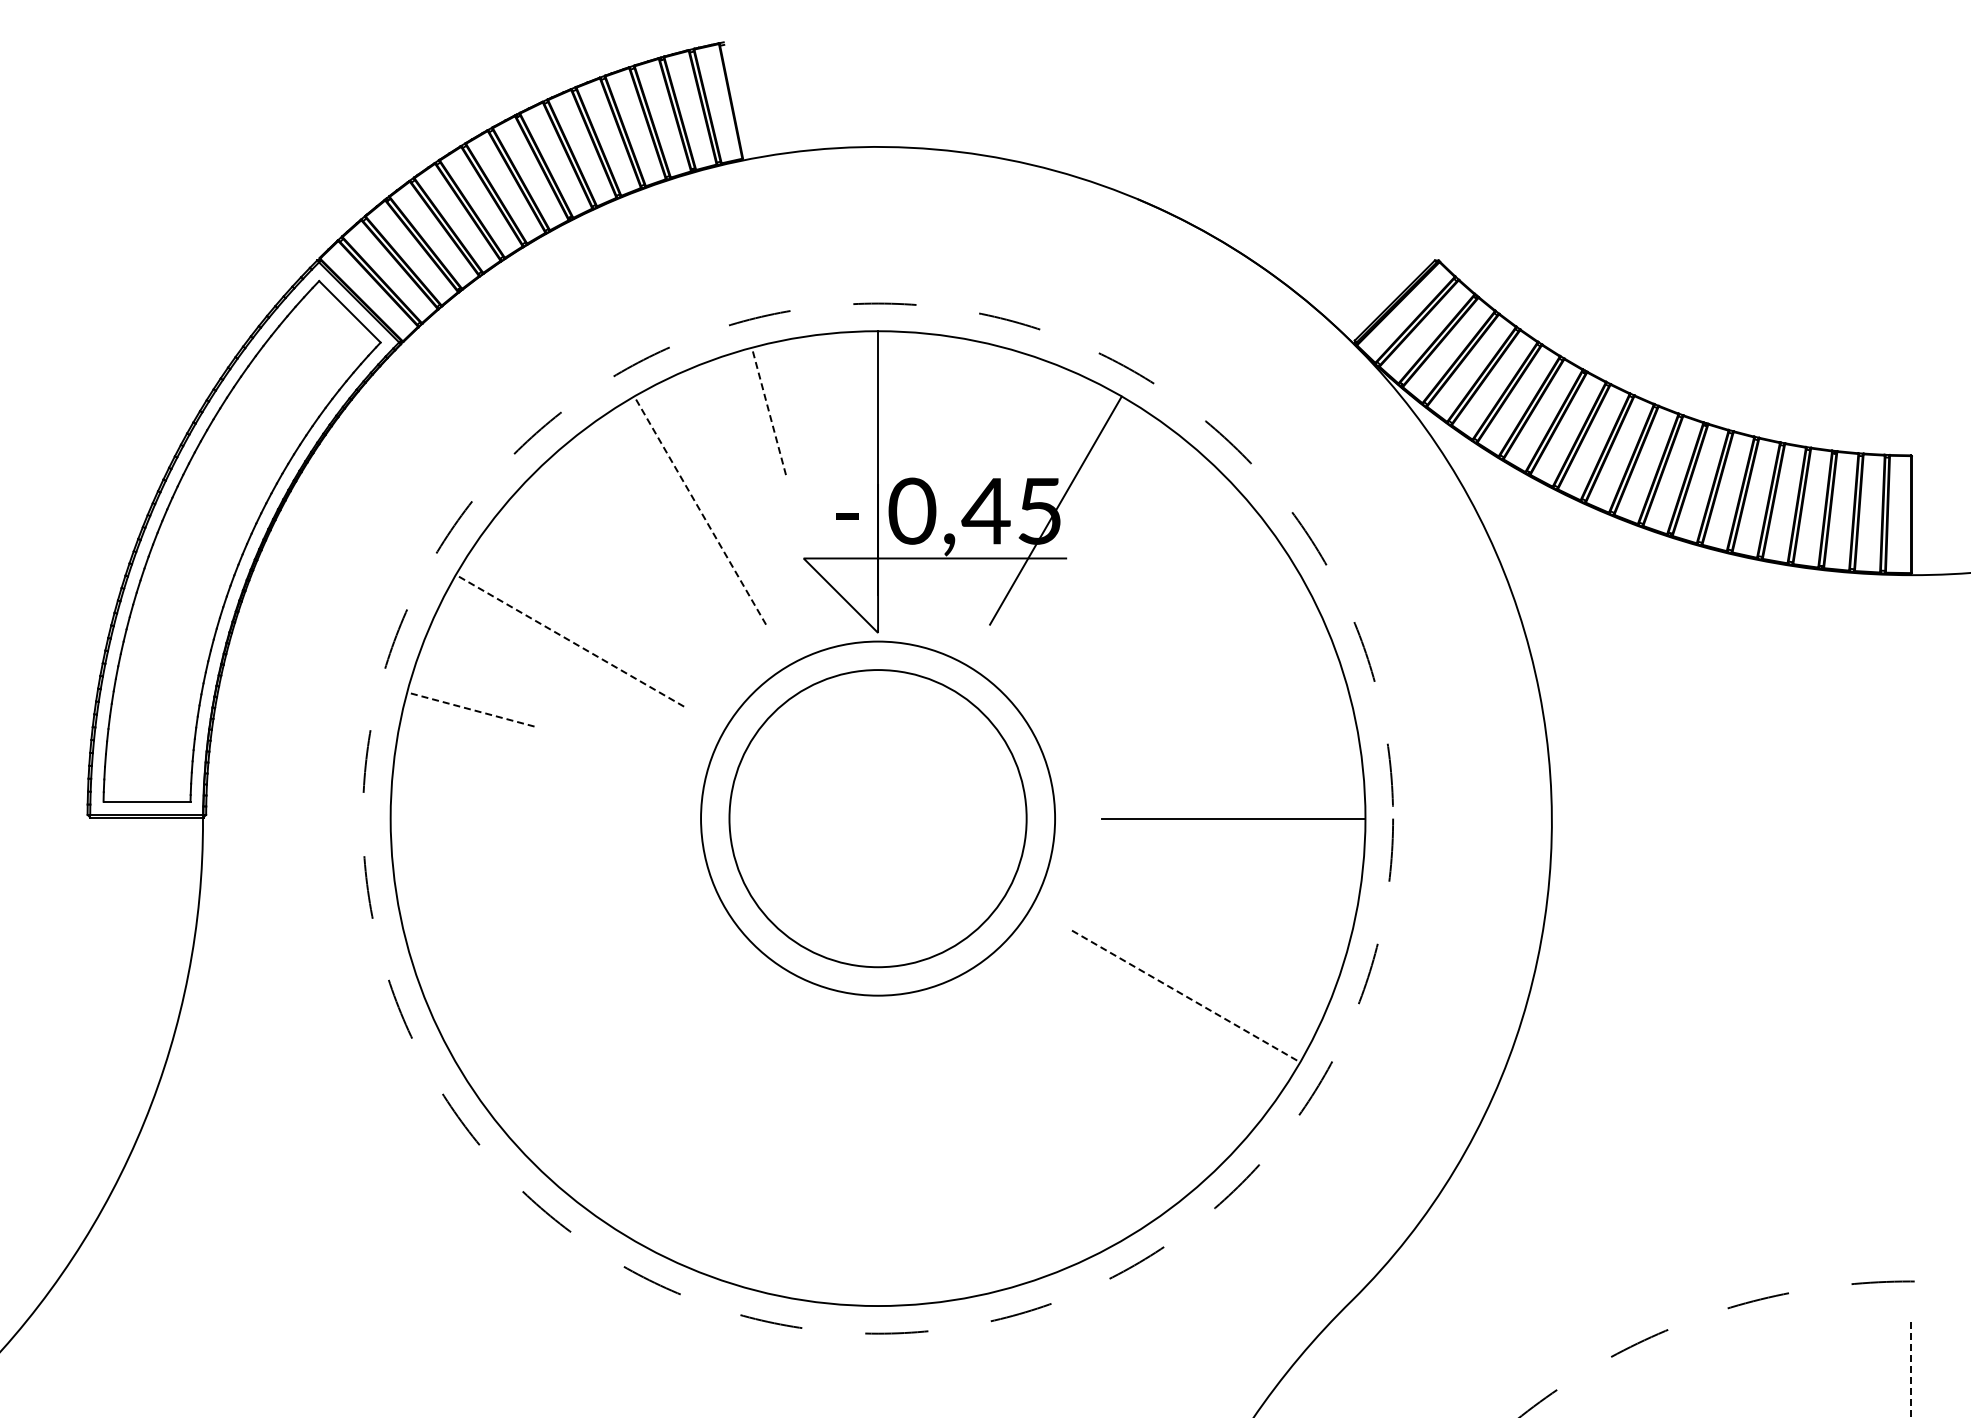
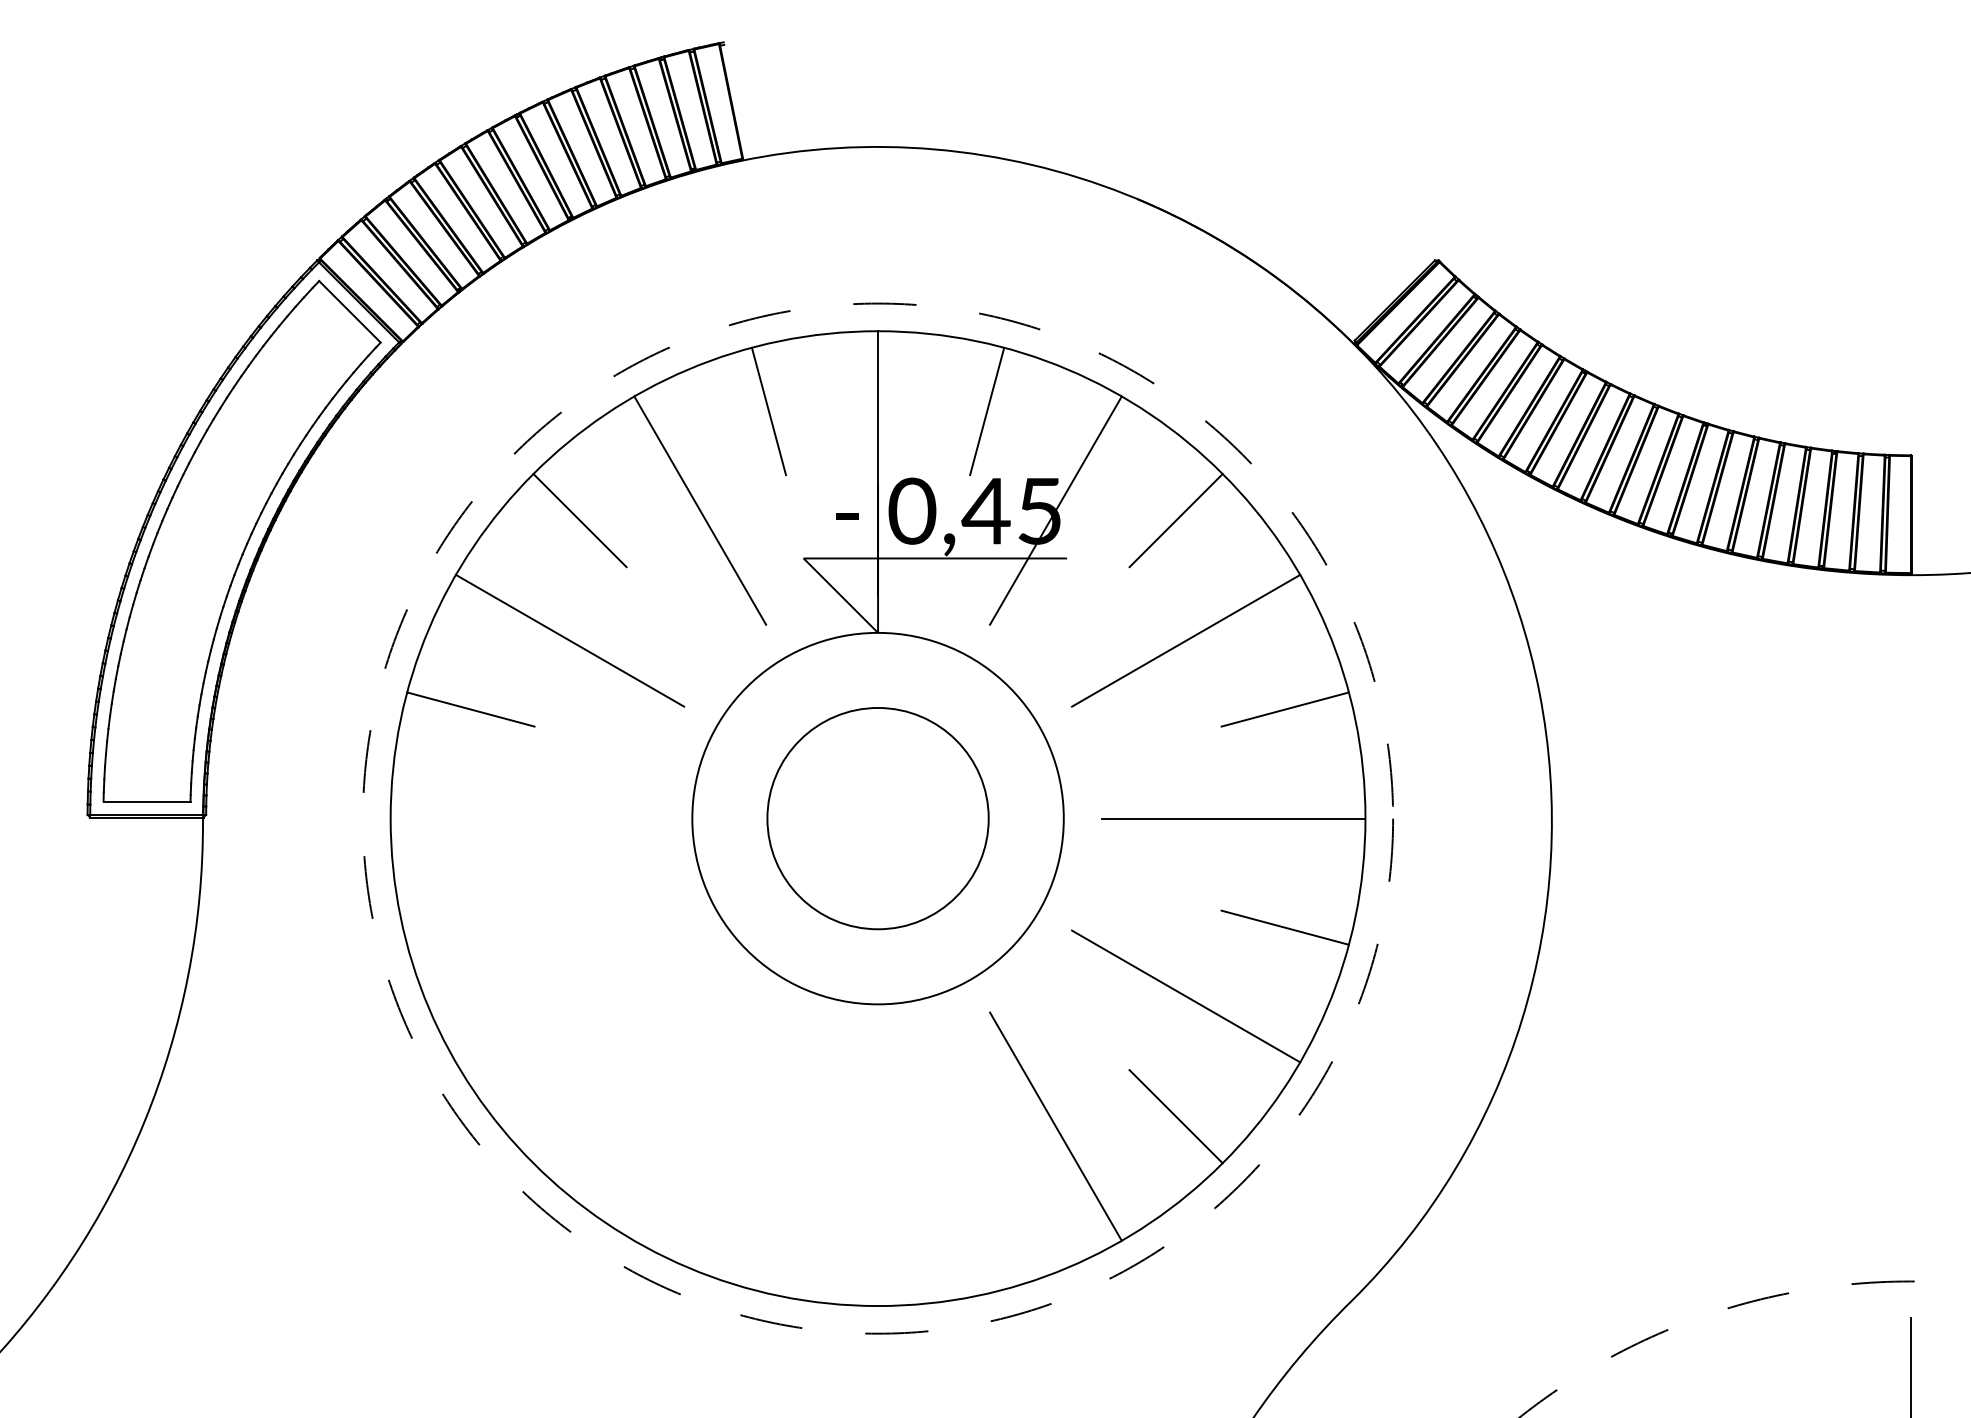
line at (768, 411): dashed -> solid
line at (987, 411): none -> present
line at (700, 510): dashed -> solid
line at (579, 520): none -> present
line at (1175, 520): none -> present
line at (570, 640): dashed -> solid
line at (1186, 640): none -> present
line at (470, 709): dashed -> solid
line at (1284, 709): none -> present
circle at (877, 818) diameter: 297 px -> 371 px
circle at (878, 818) diameter: 354 px -> 221 px
line at (1284, 927): none -> present
line at (1186, 996): dashed -> solid
line at (1175, 1116): none -> present
line at (1055, 1126): none -> present
line at (1910, 1367): dashed -> solid
